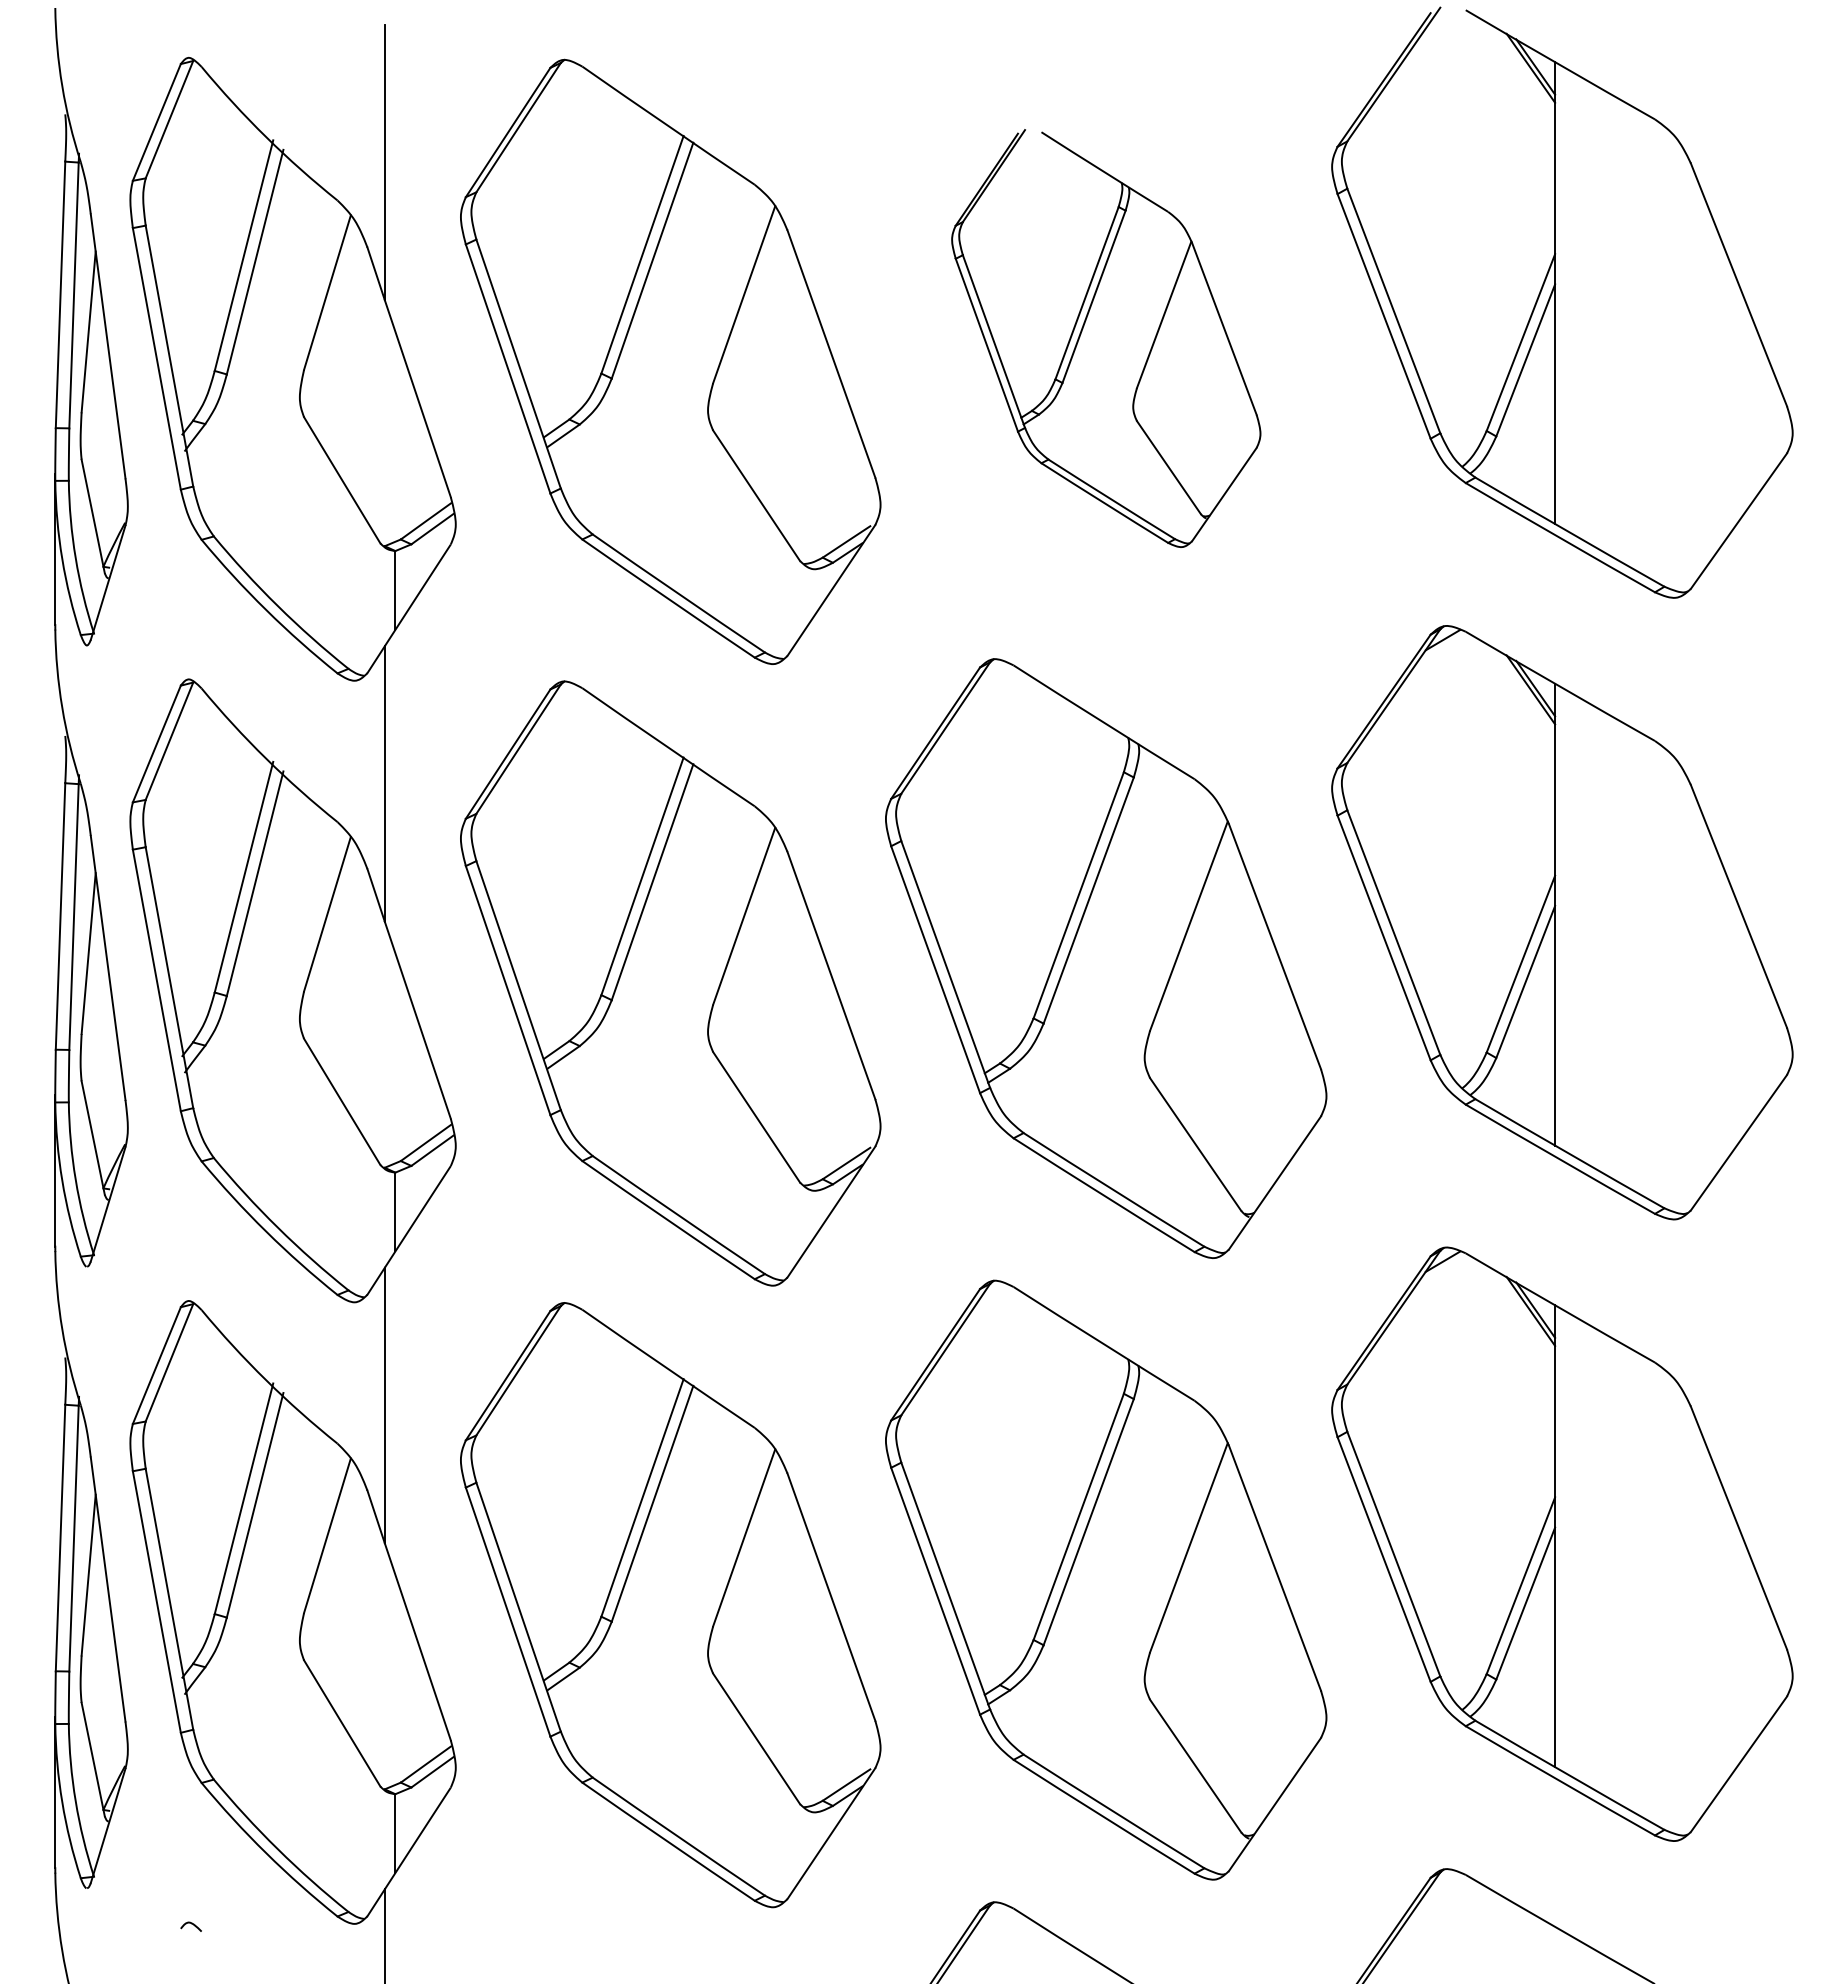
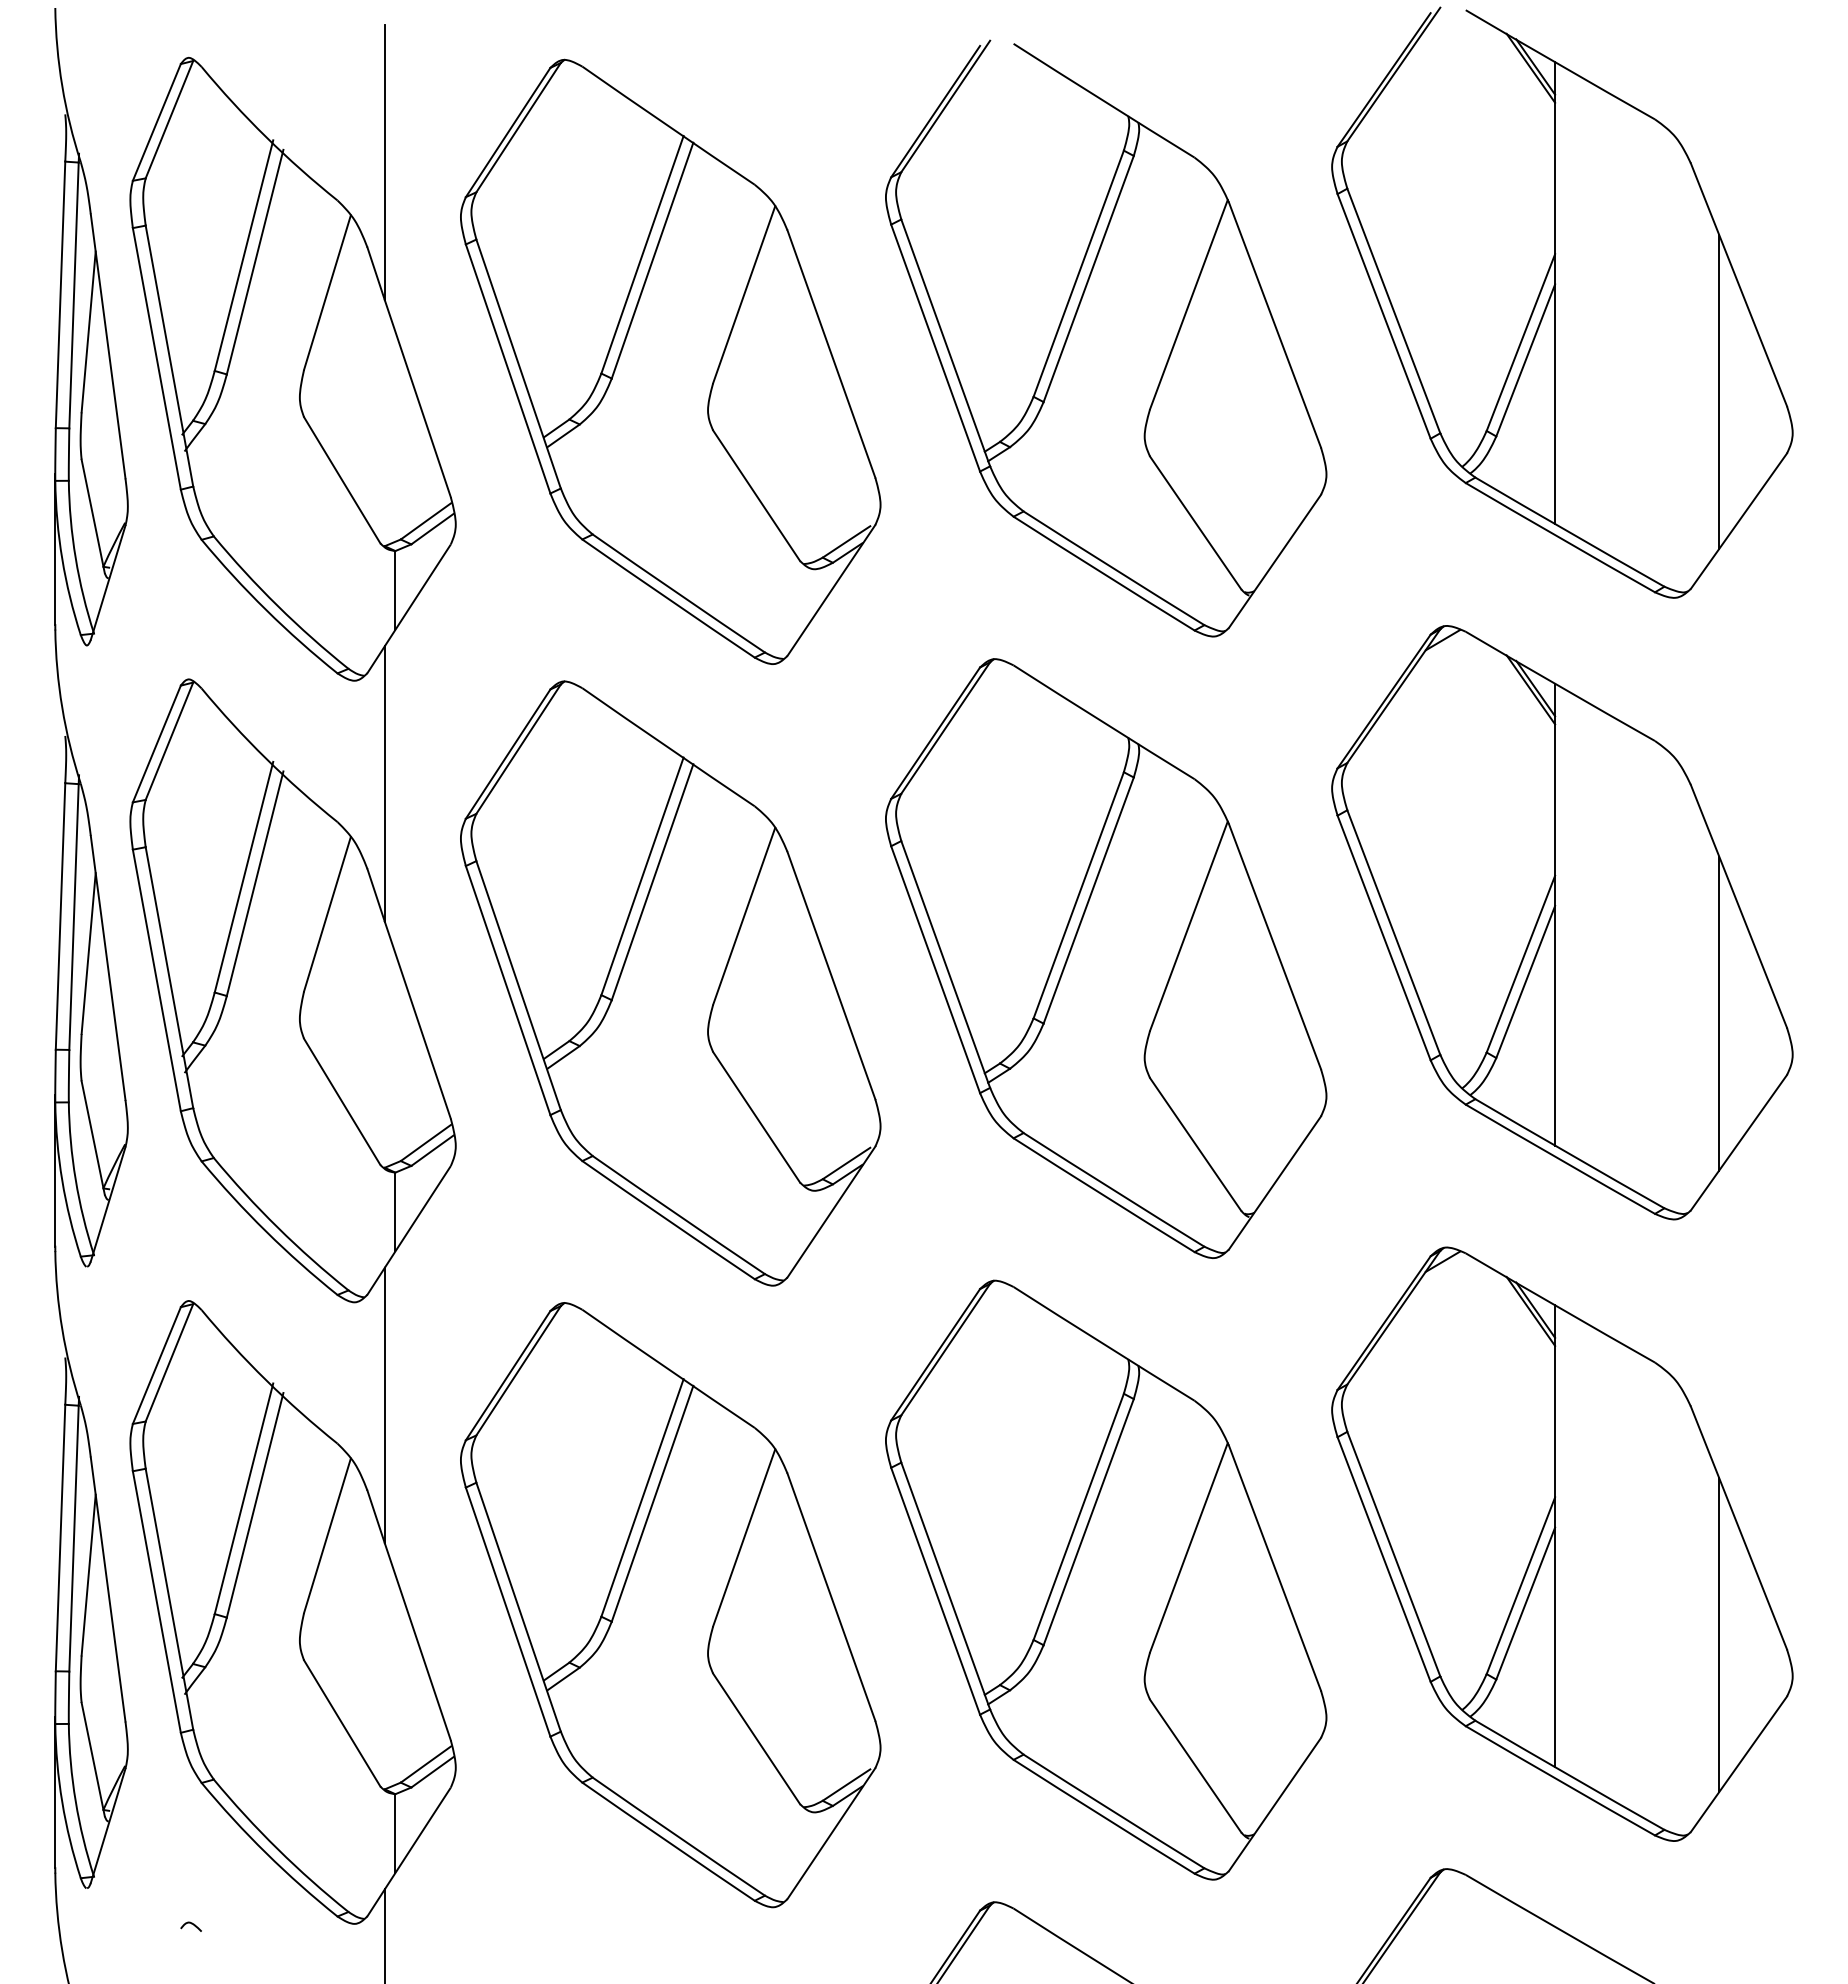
part at (1106, 338) size: 311x419 px -> 443x599 px
line at (1719, 391): none -> present
line at (1719, 1013): none -> present
line at (1719, 1635): none -> present
